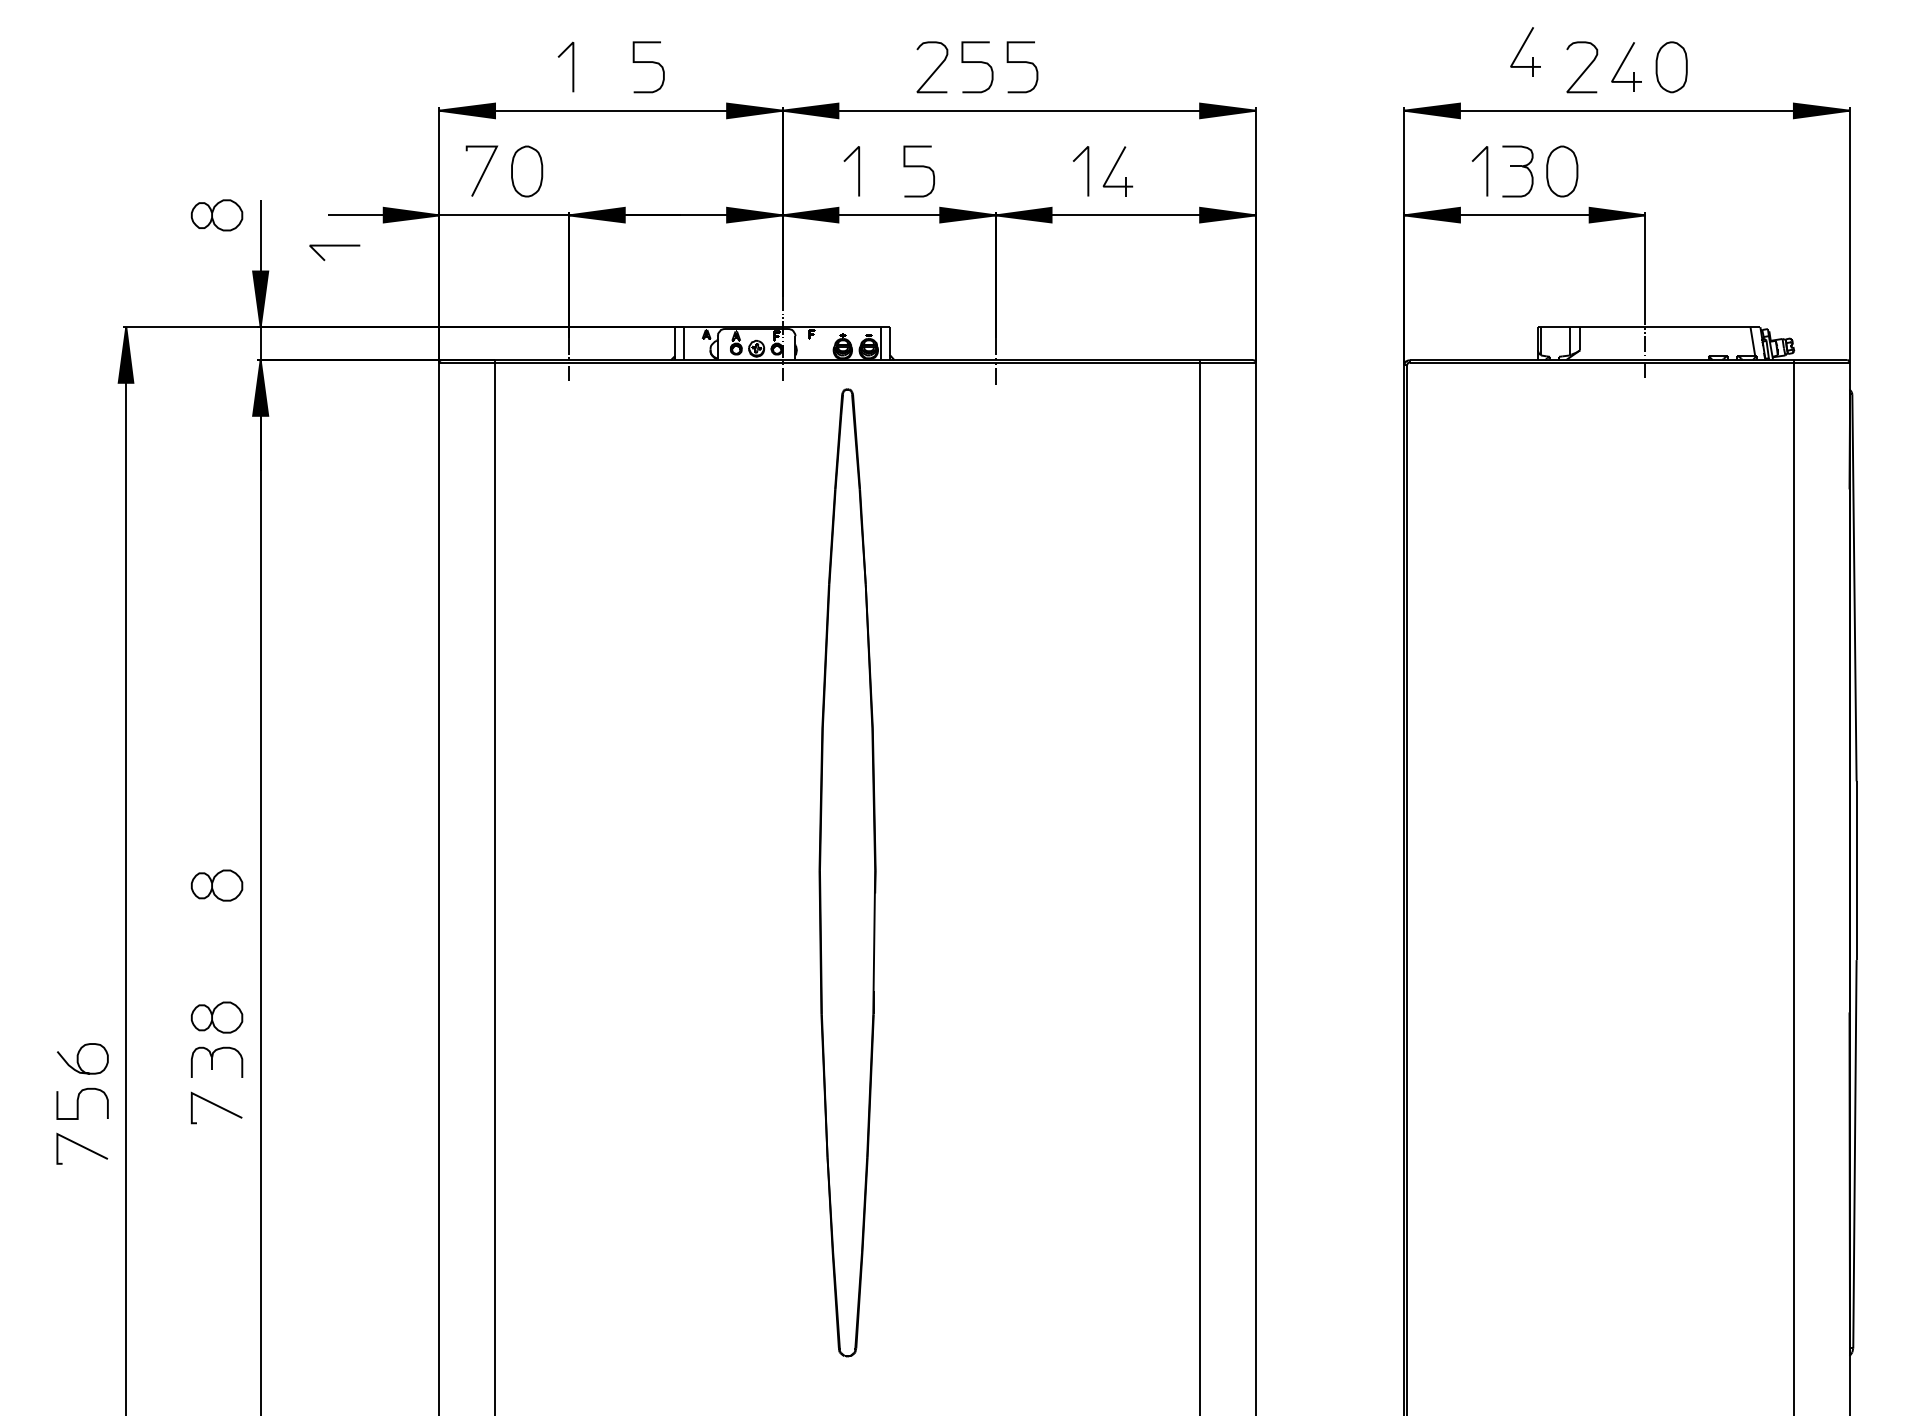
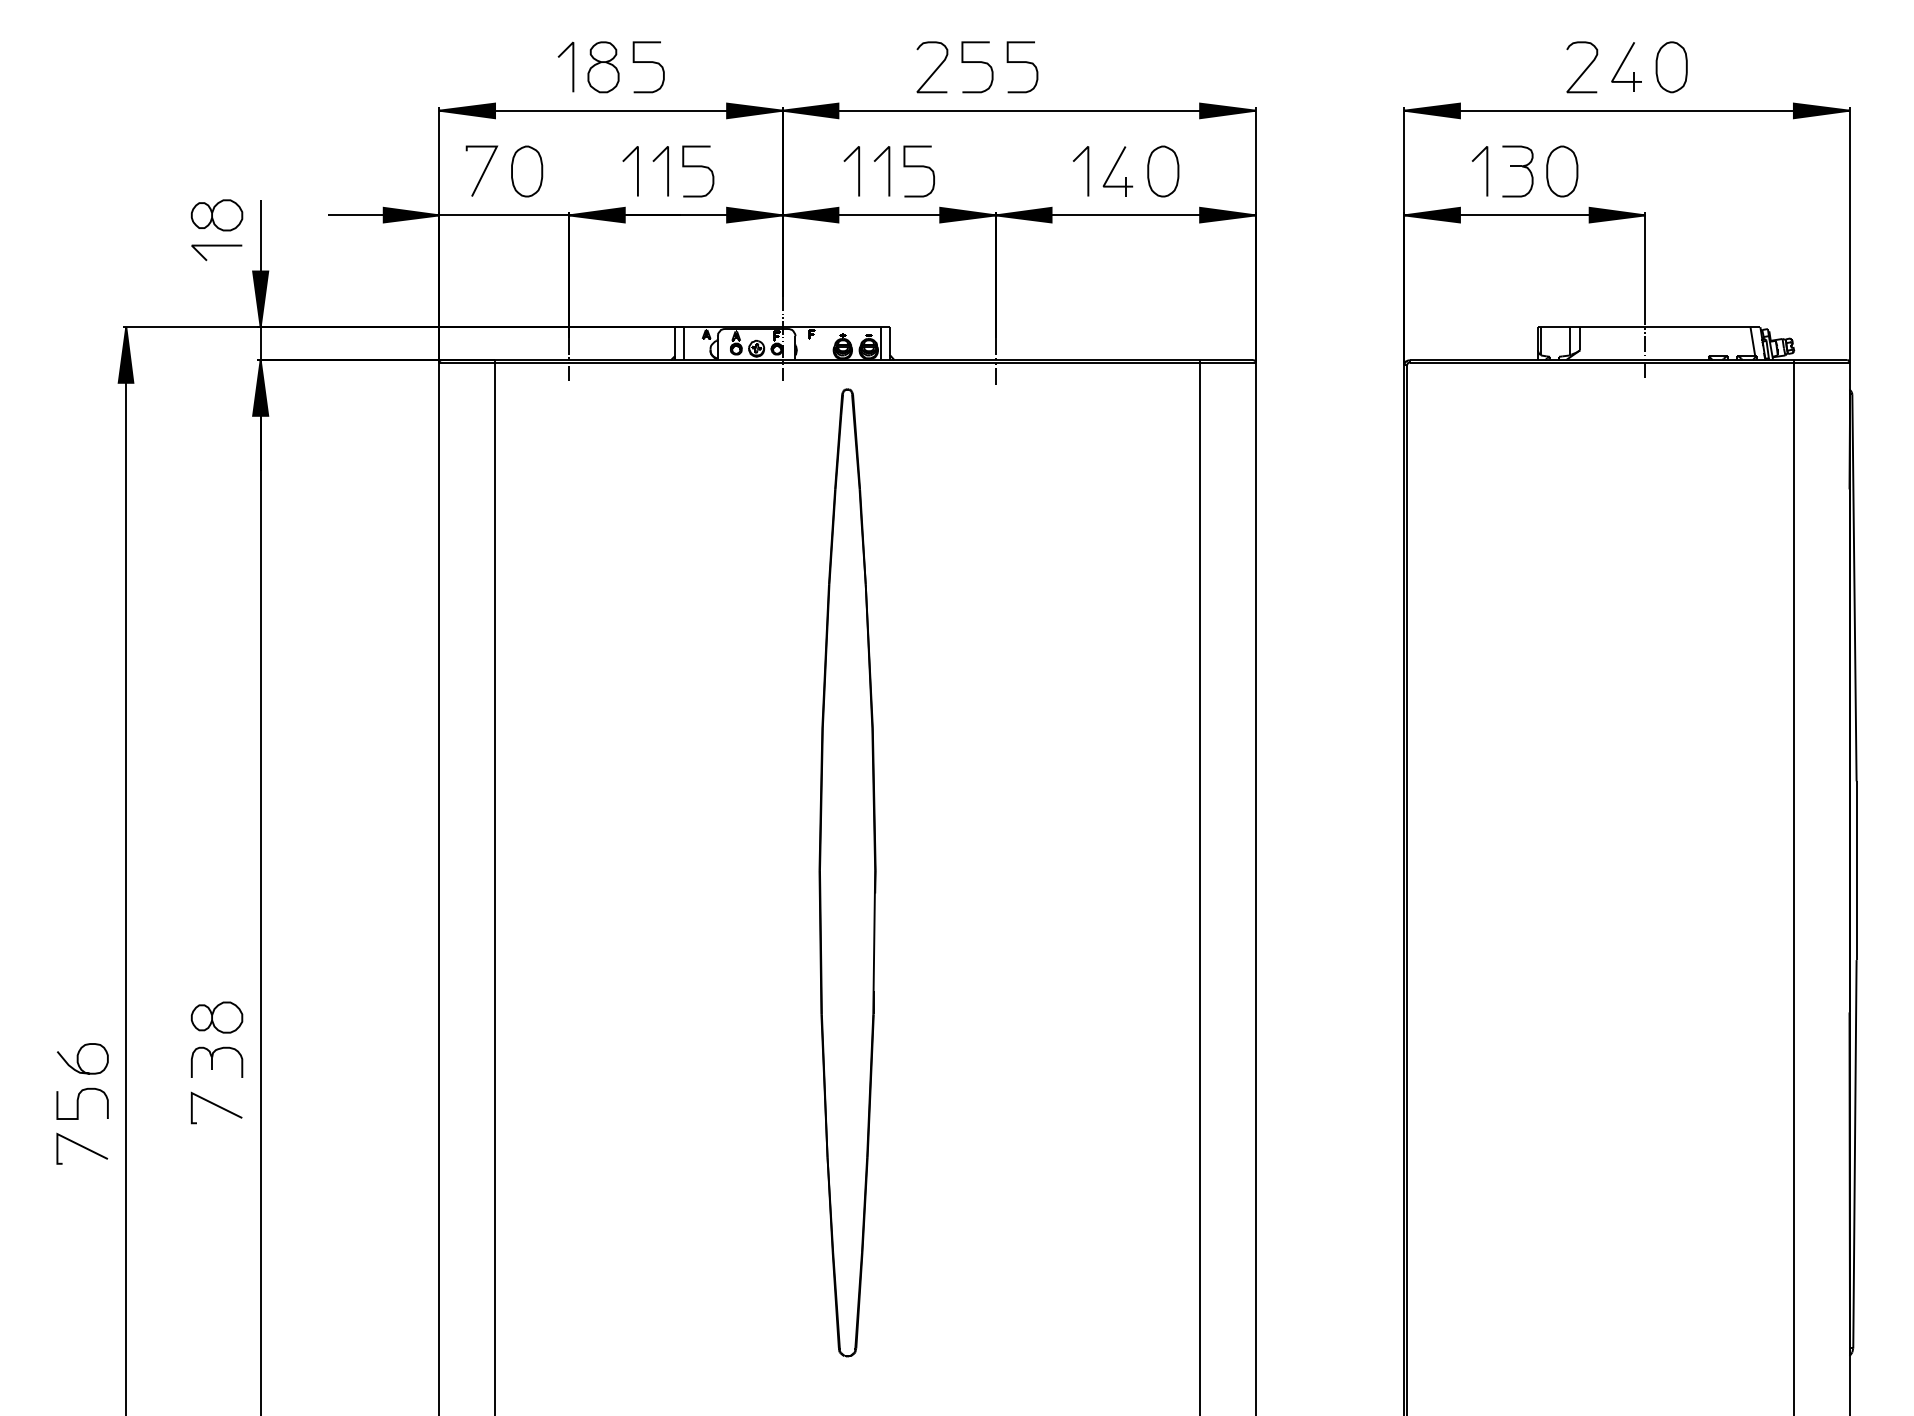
part at (1525, 51): present -> none
part at (603, 67): none -> present
curve at (698, 167): none -> present
line at (637, 171): none -> present
line at (667, 171): none -> present
line at (888, 171): none -> present
part at (1163, 171): none -> present
line at (334, 246) position: (334, 246) -> (216, 246)
part at (216, 885): present -> none
